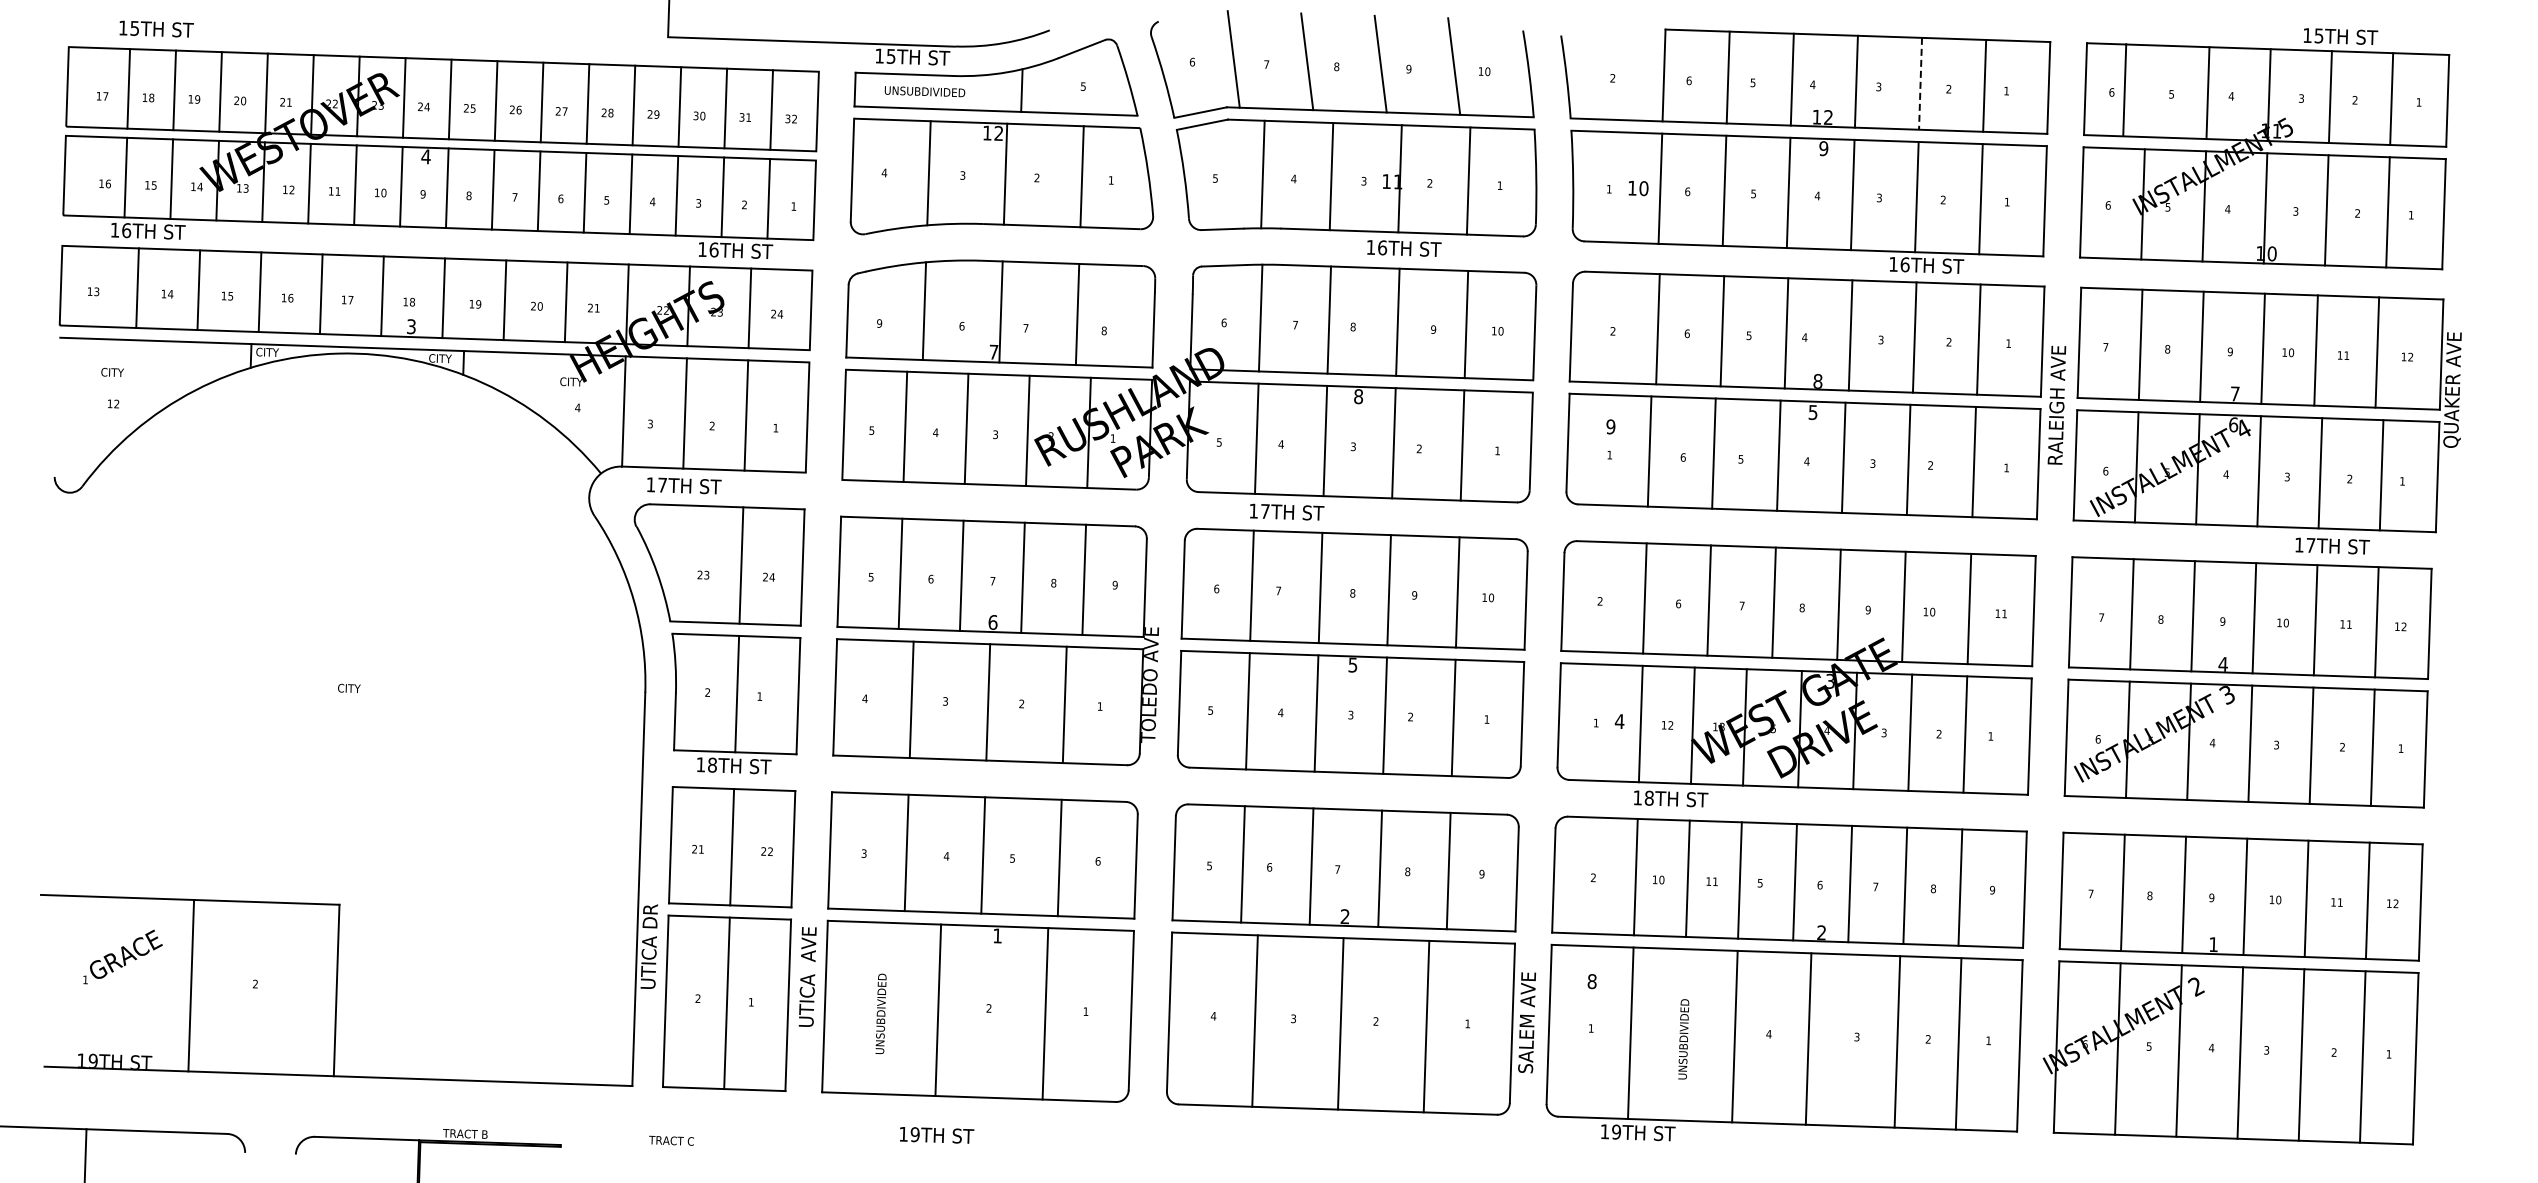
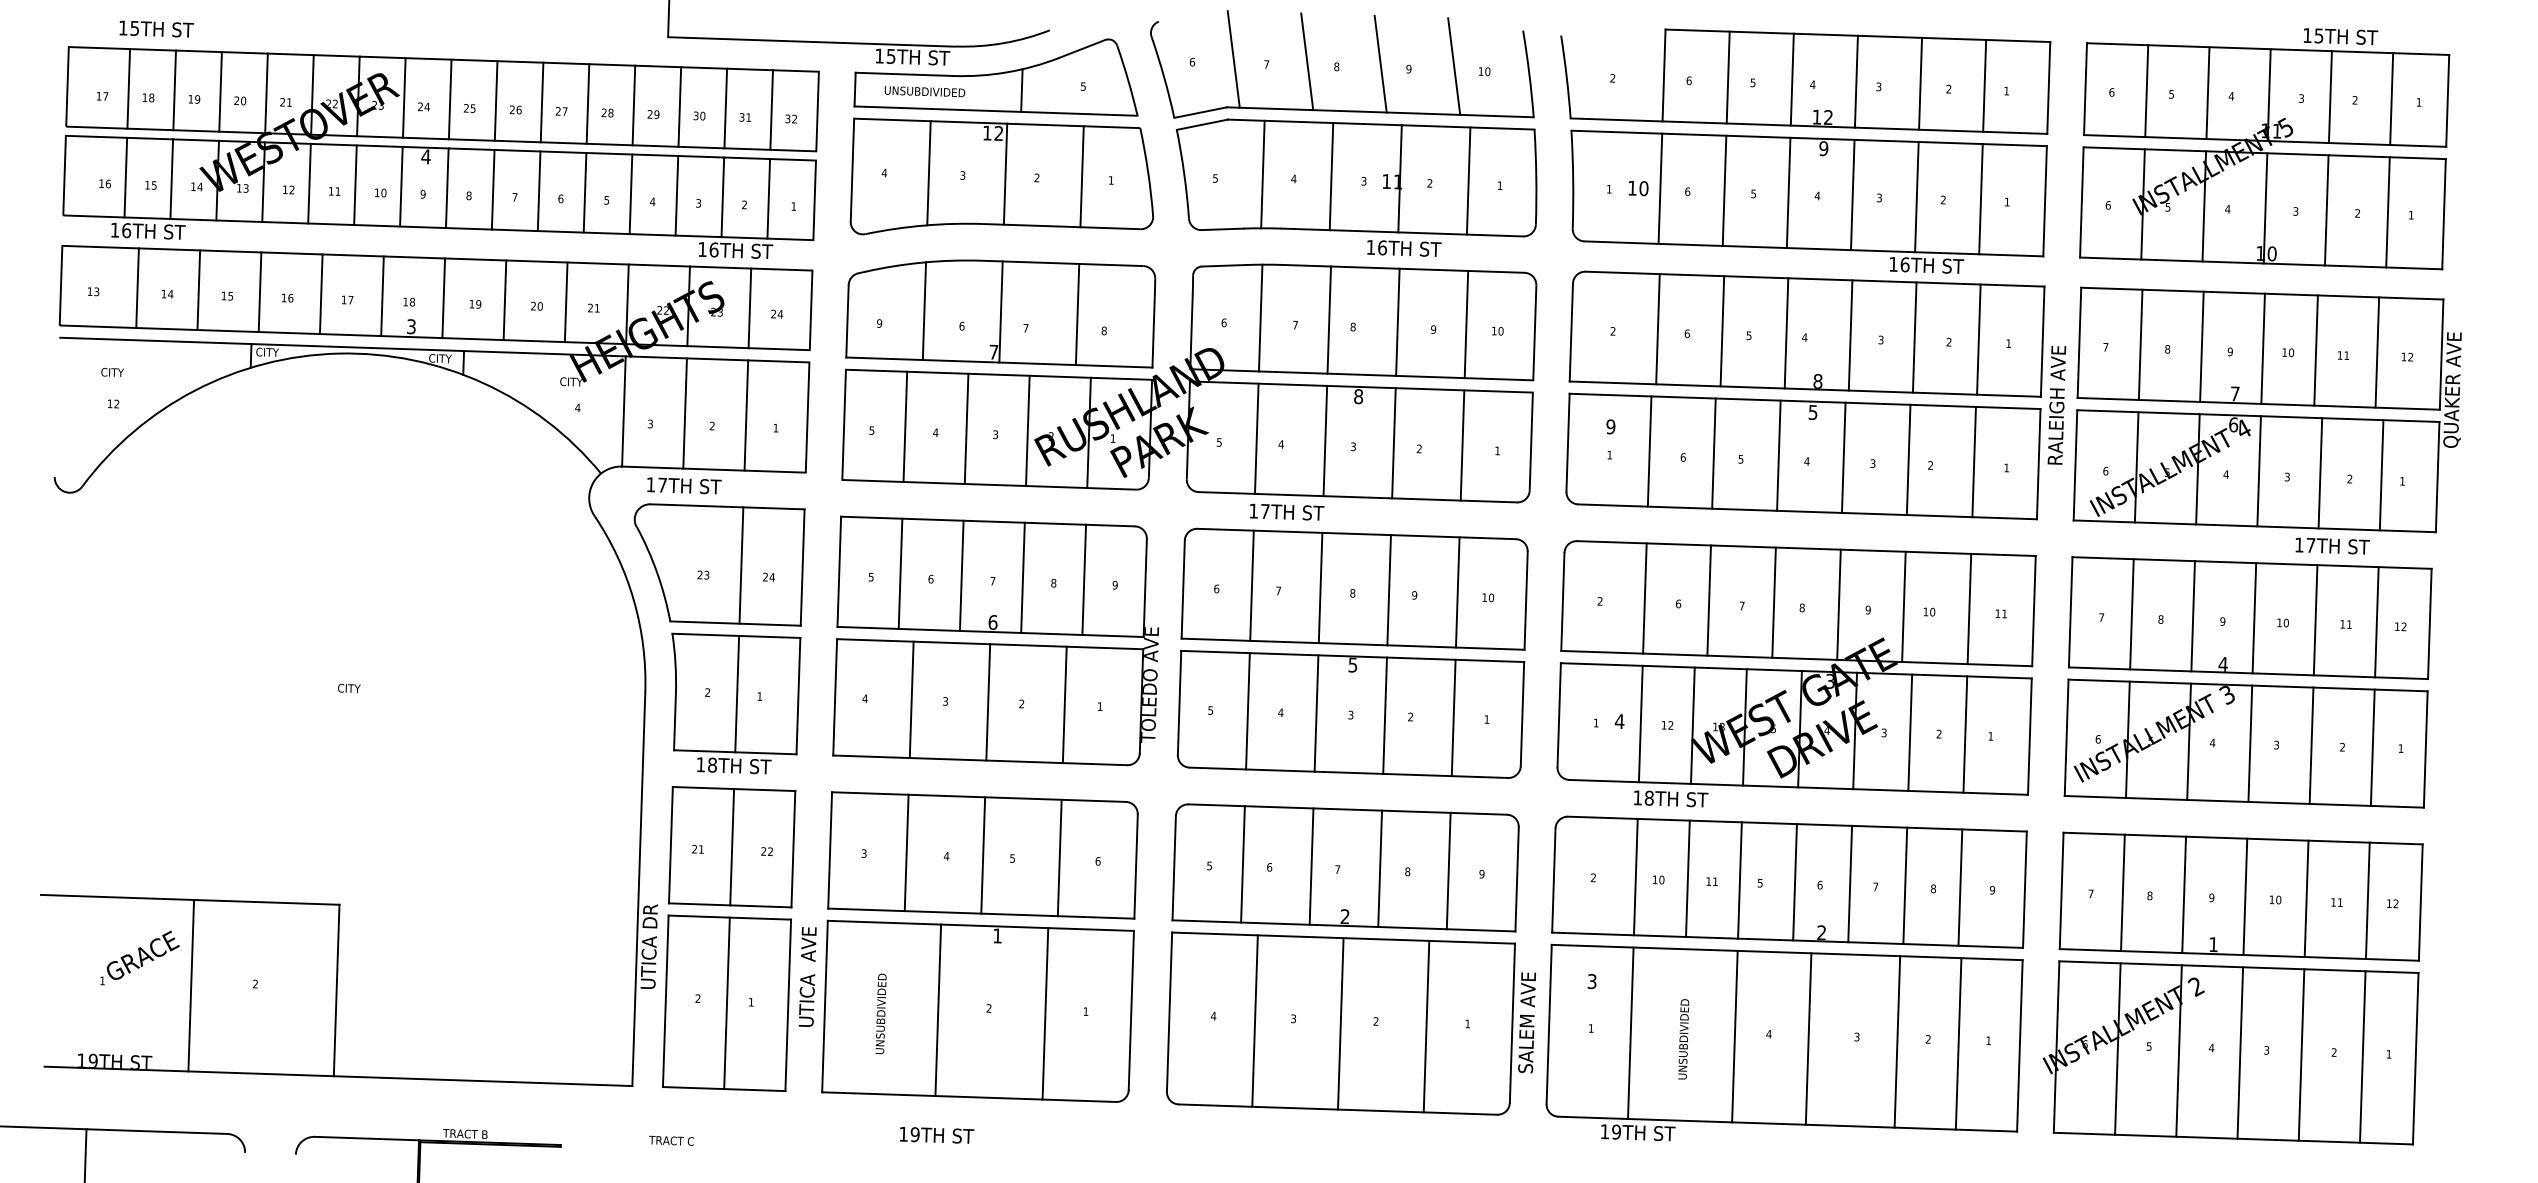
line at (1920, 83): dashed -> solid
line at (2124, 90) position: (2124, 90) -> (2146, 91)
text at (122, 956) position: (122, 956) -> (139, 957)
text at (1591, 981): 8 -> 3
